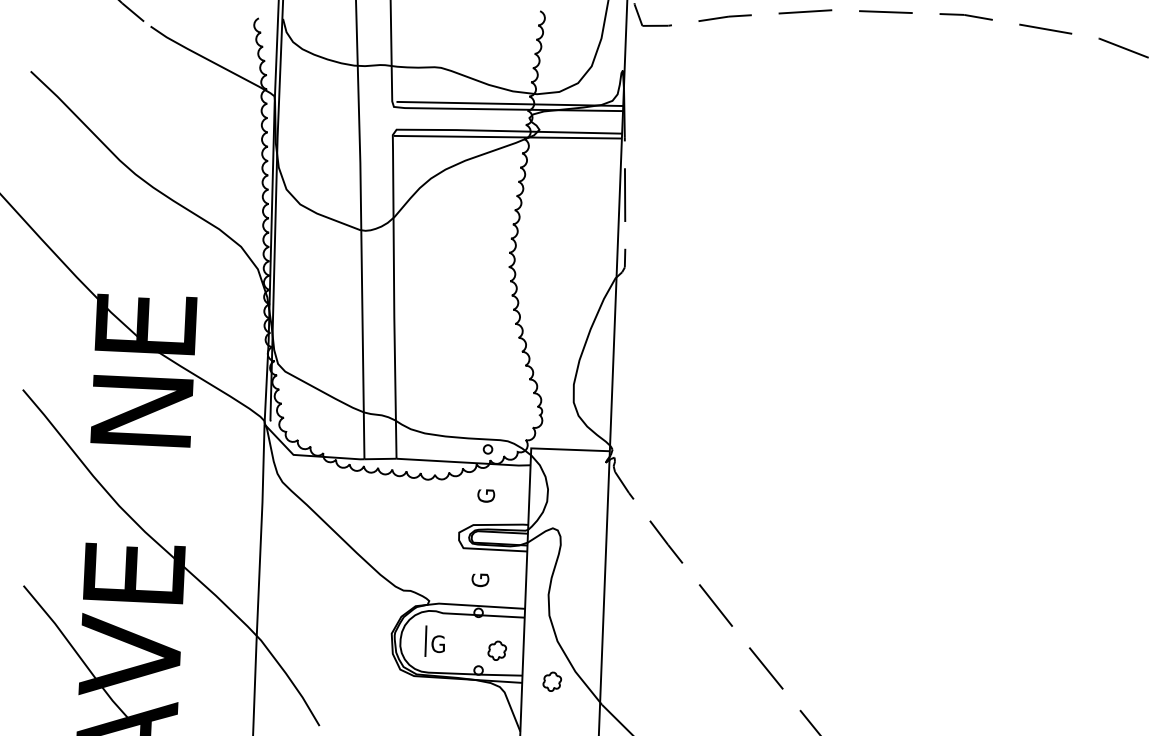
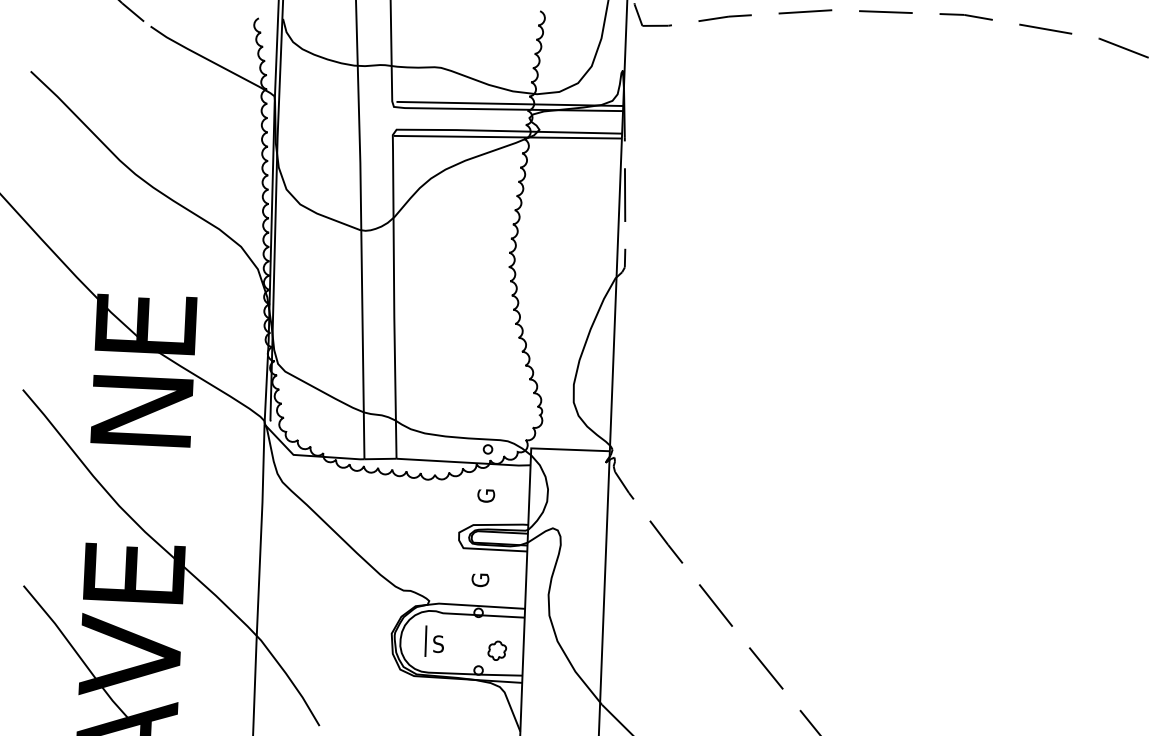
text at (437, 643): G -> S
part at (552, 681): present -> none
